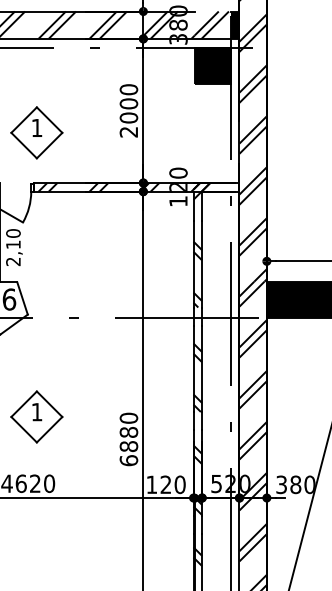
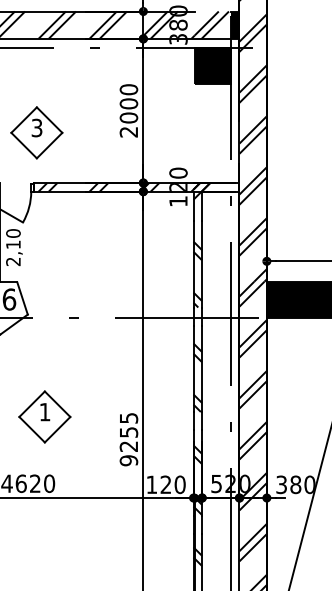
text at (36, 127): 1 -> 3
part at (36, 416) position: (36, 416) -> (44, 416)
text at (128, 439): 6880 -> 9255
